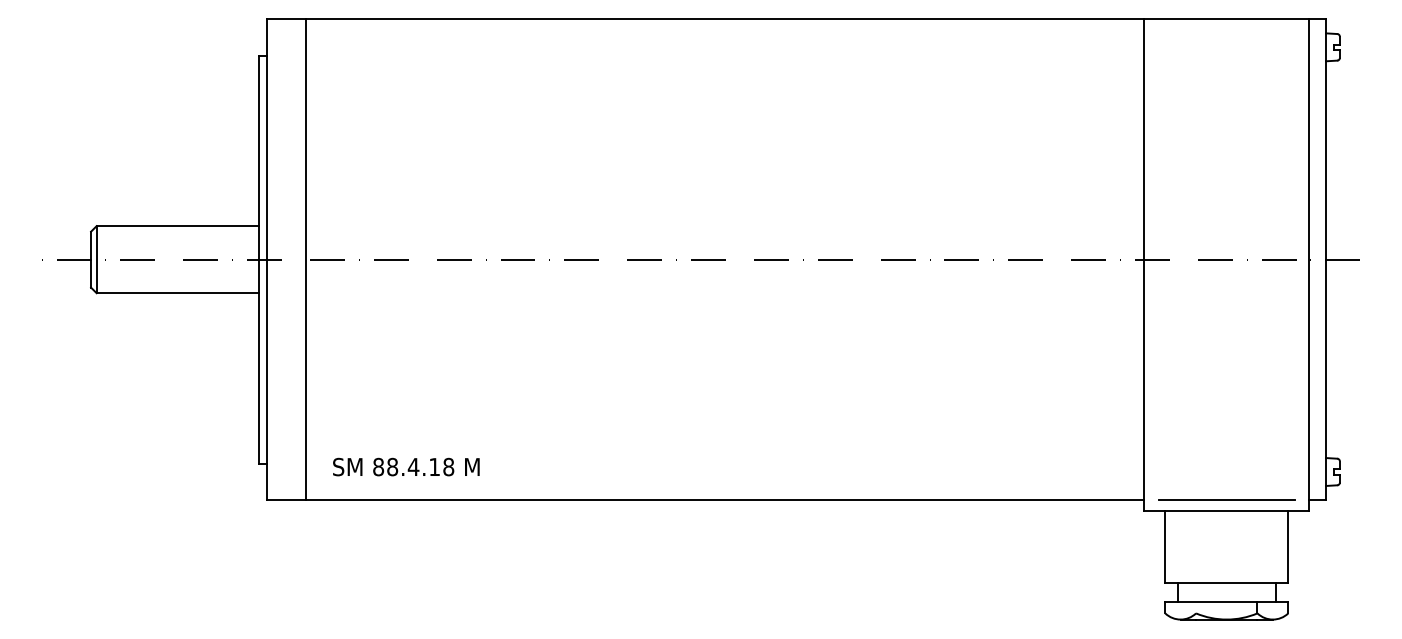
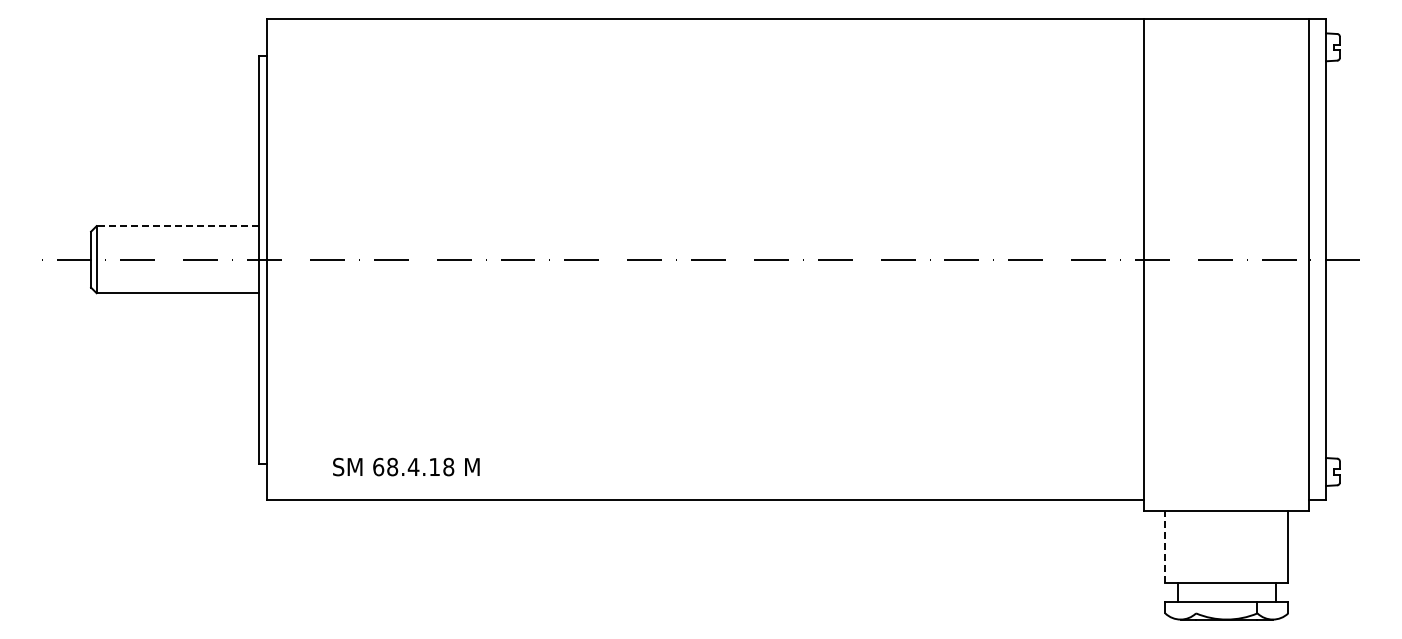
line at (177, 226): solid -> dashed
line at (306, 259): present -> none
text at (378, 466): 88.4.18 -> 68.4.18
line at (1226, 499): present -> none
line at (1165, 546): solid -> dashed
